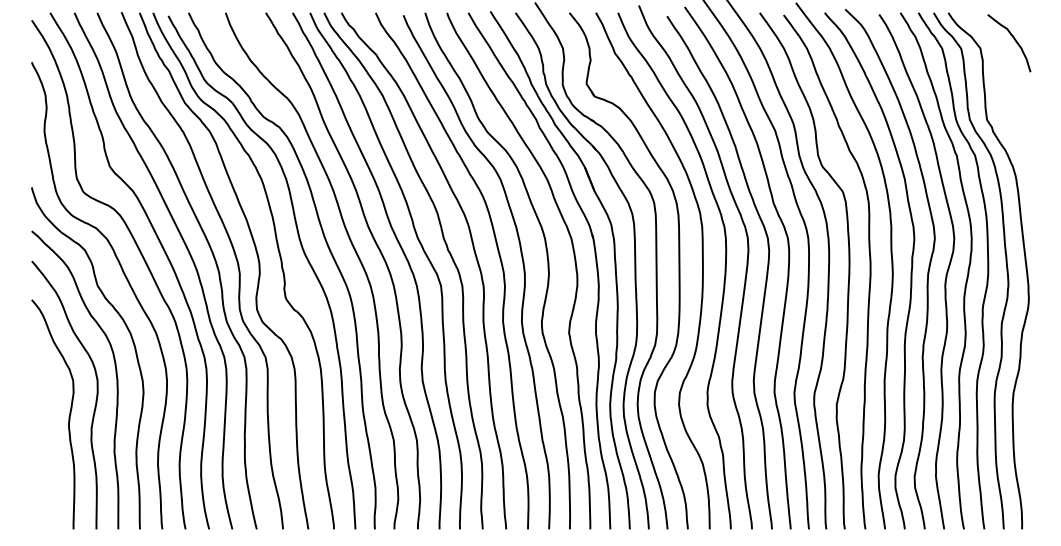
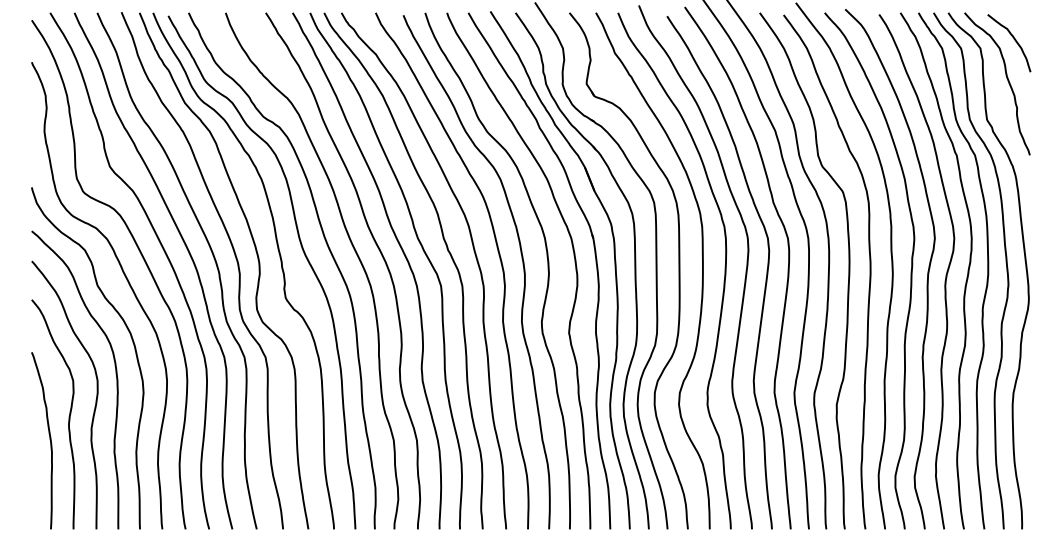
curve at (1007, 81): none -> present
curve at (49, 440): none -> present
